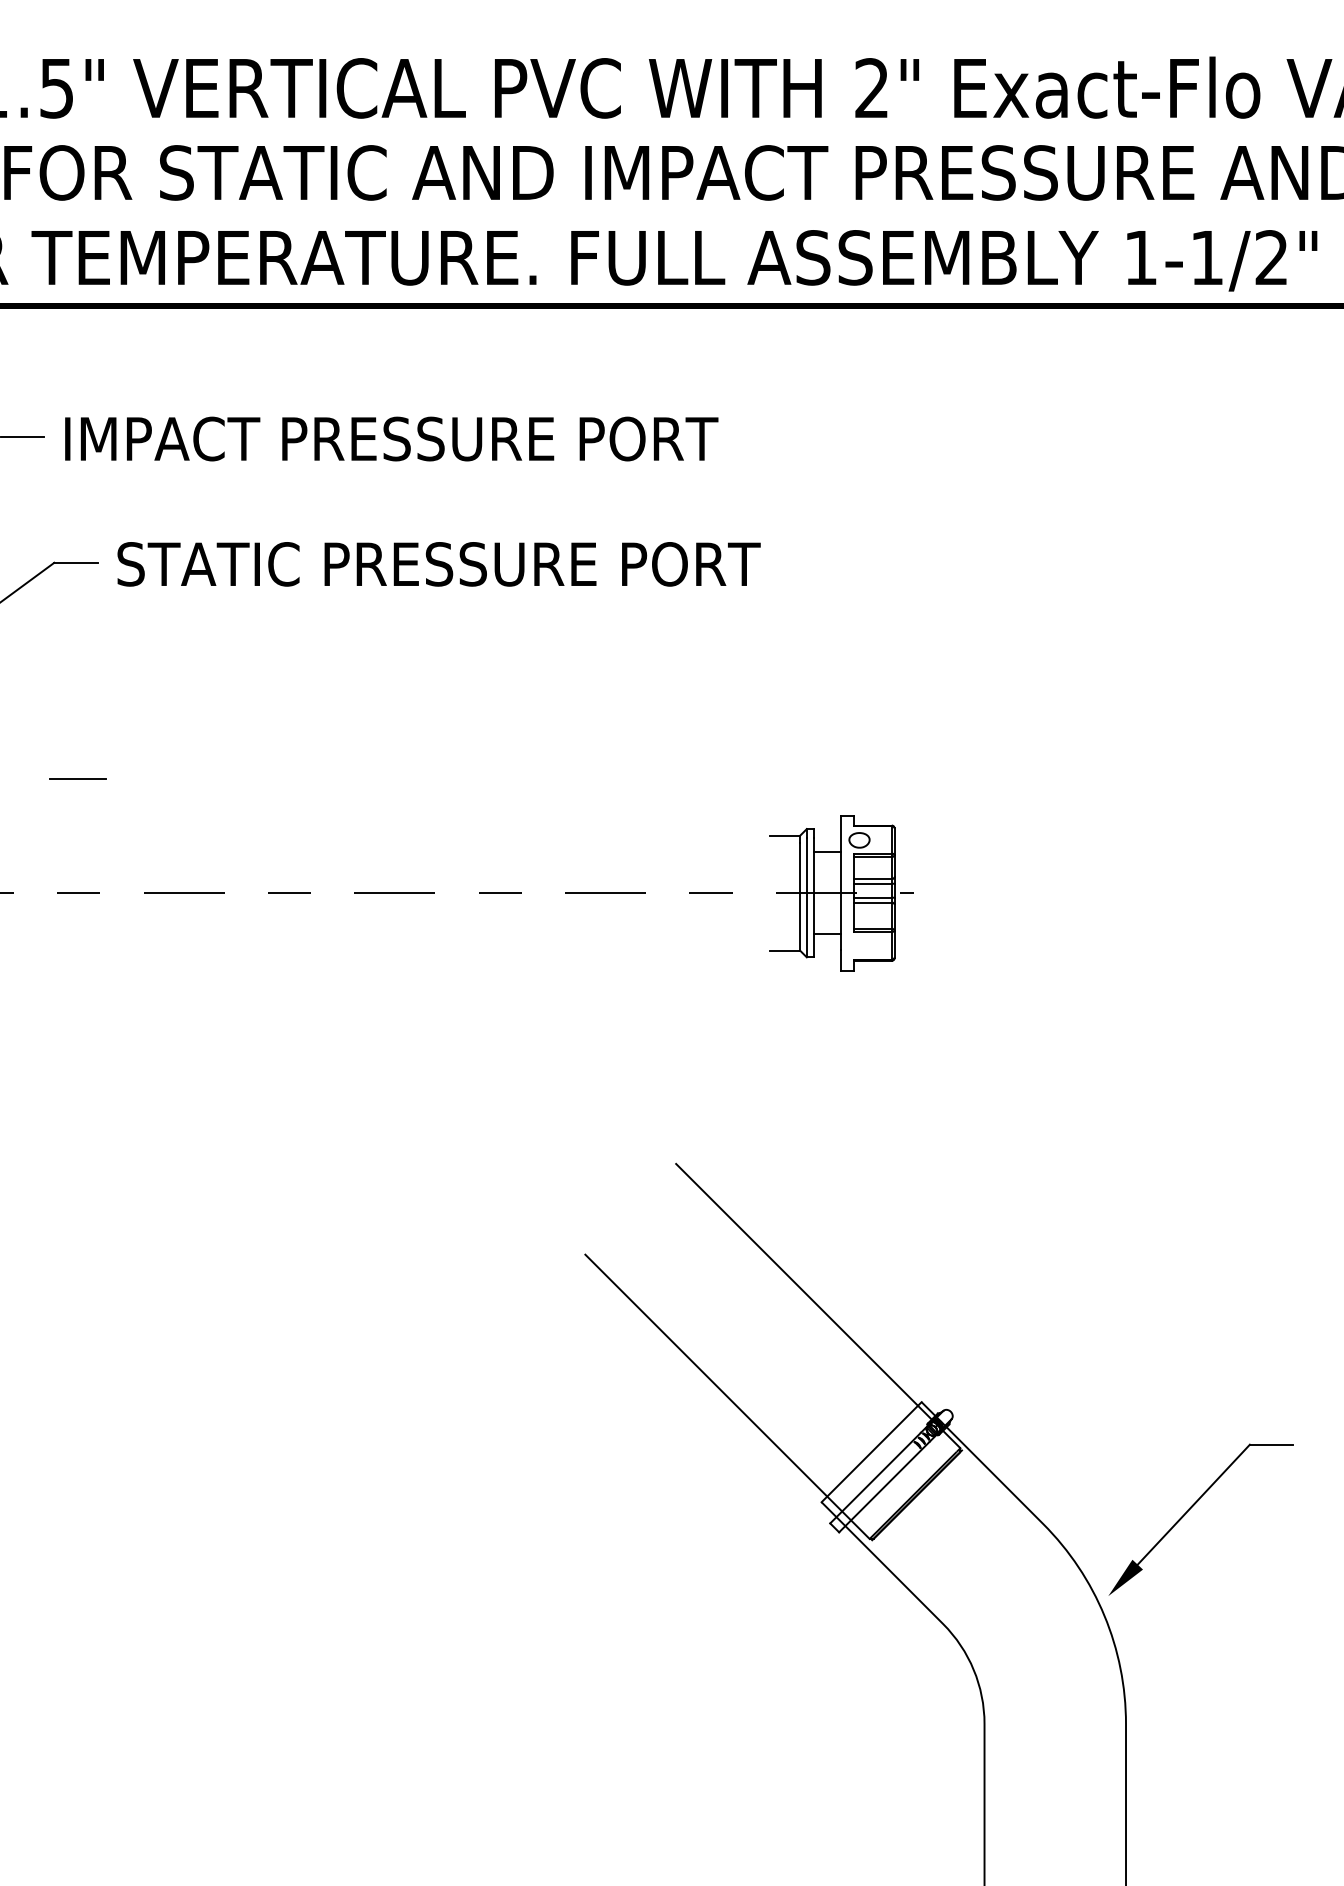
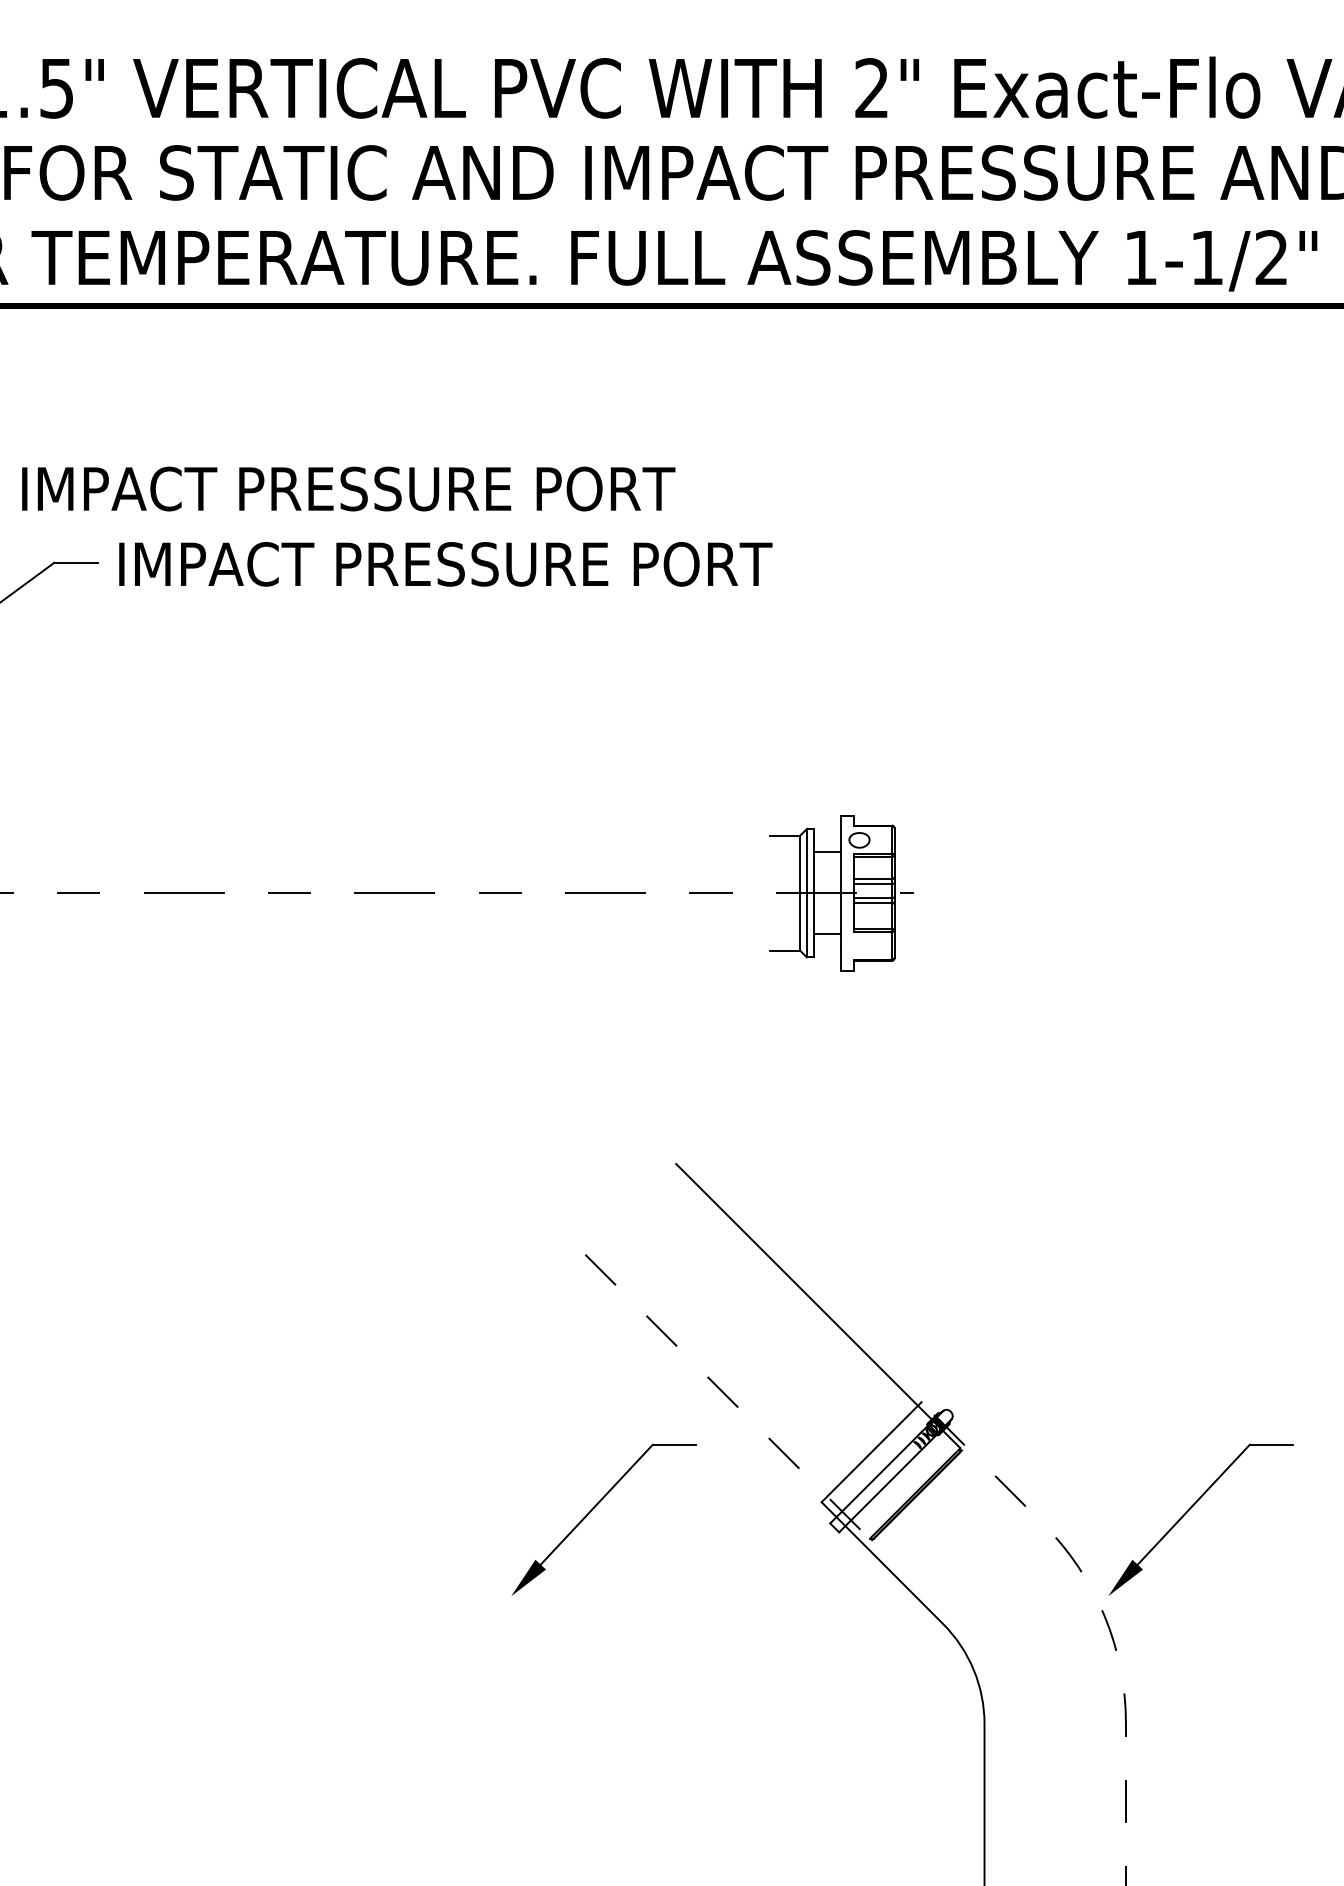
line at (23, 437): present -> none
text at (391, 438) position: (391, 438) -> (348, 488)
text at (444, 564): STATIC PRESSURE PORT -> IMPACT PRESSURE PORT
line at (78, 779): present -> none
line at (727, 1397): solid -> dashed
part at (593, 1509): none -> present
line at (1102, 1611): solid -> dashed
